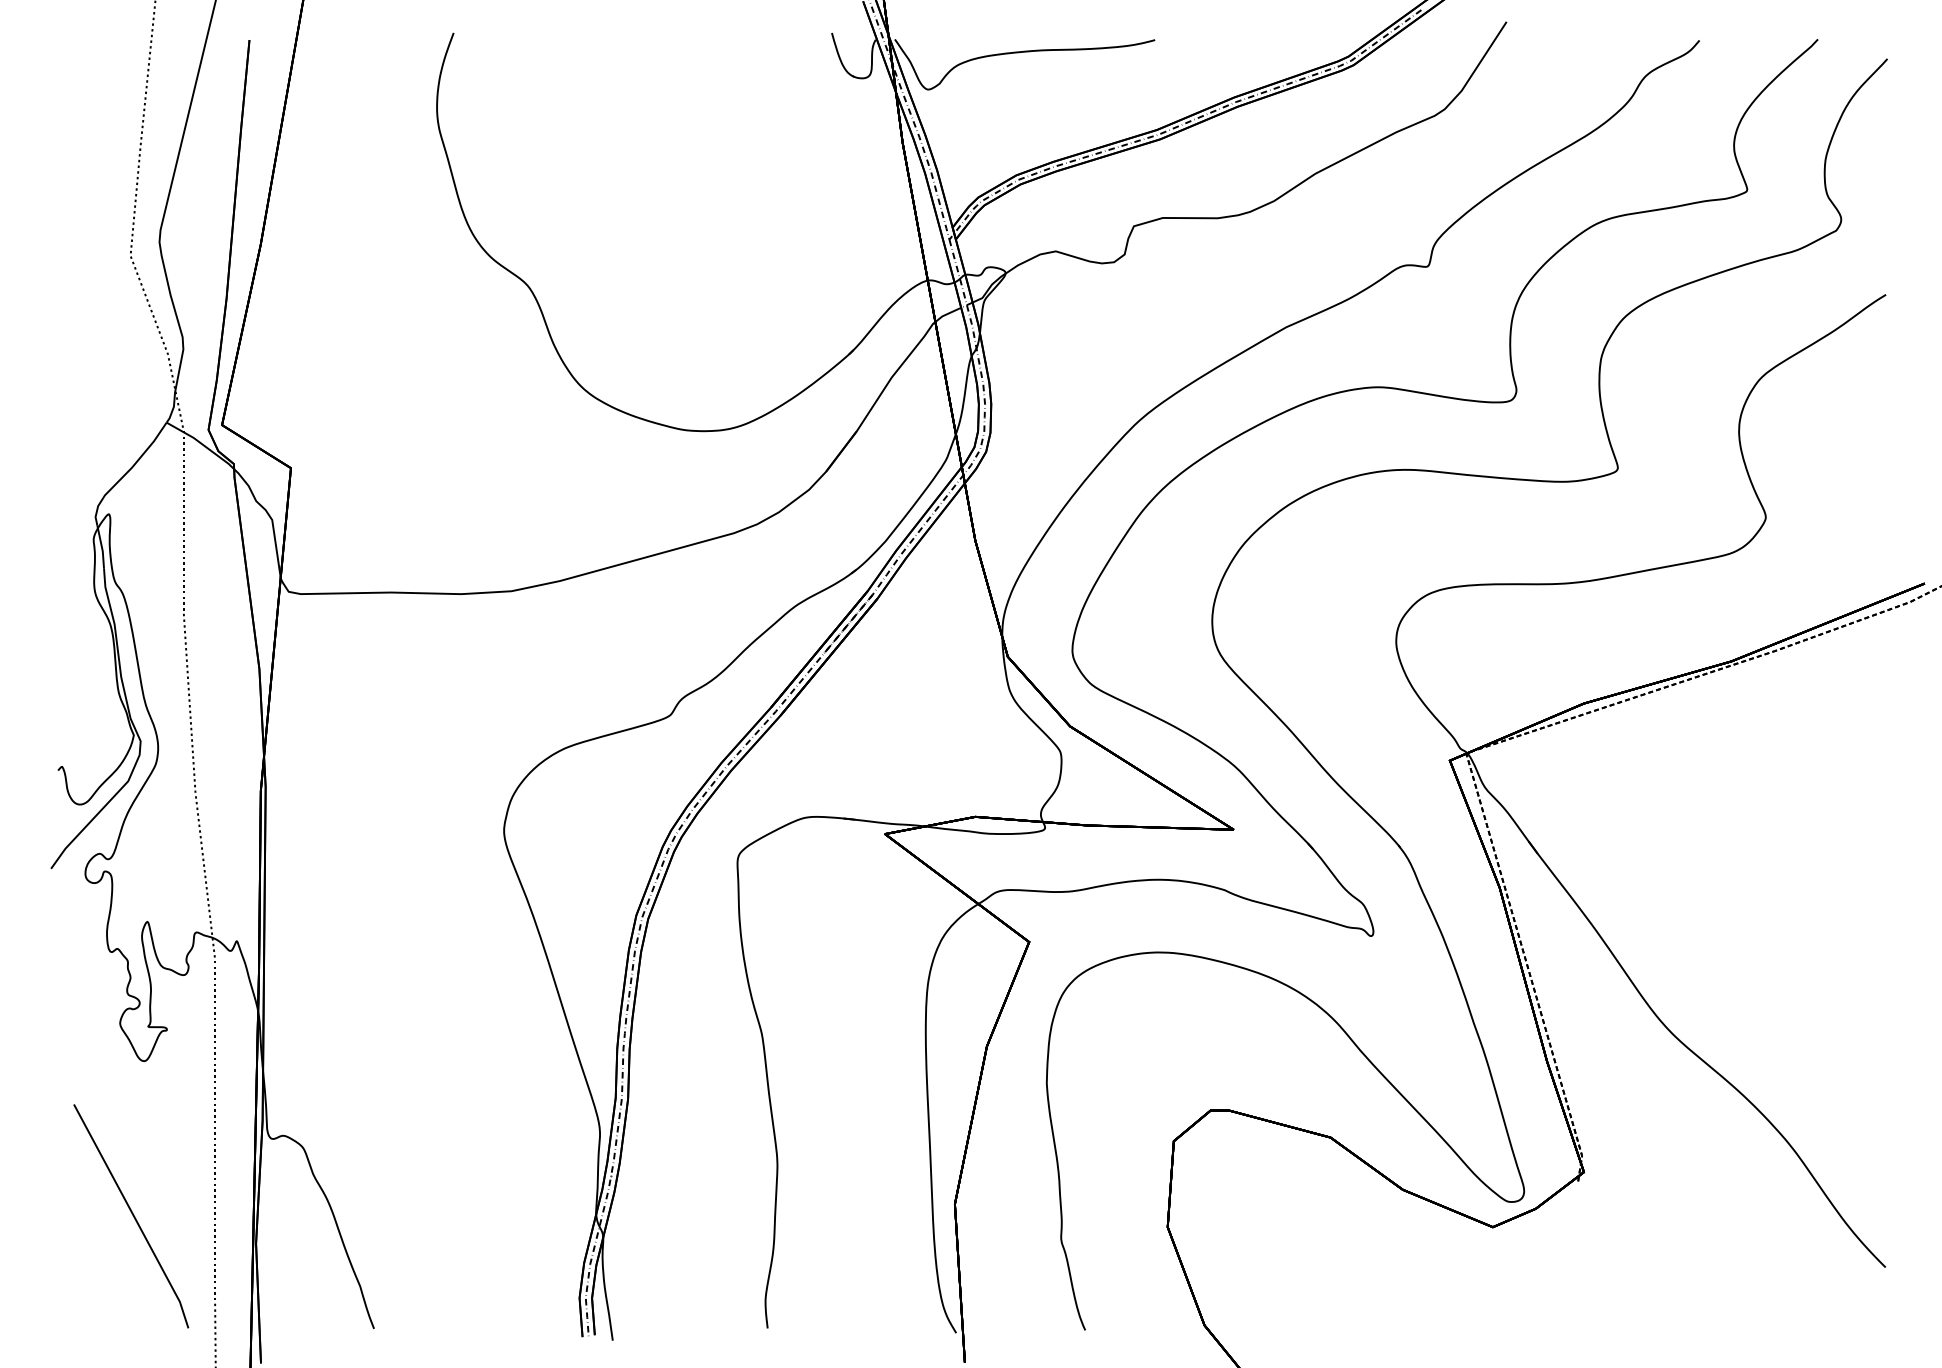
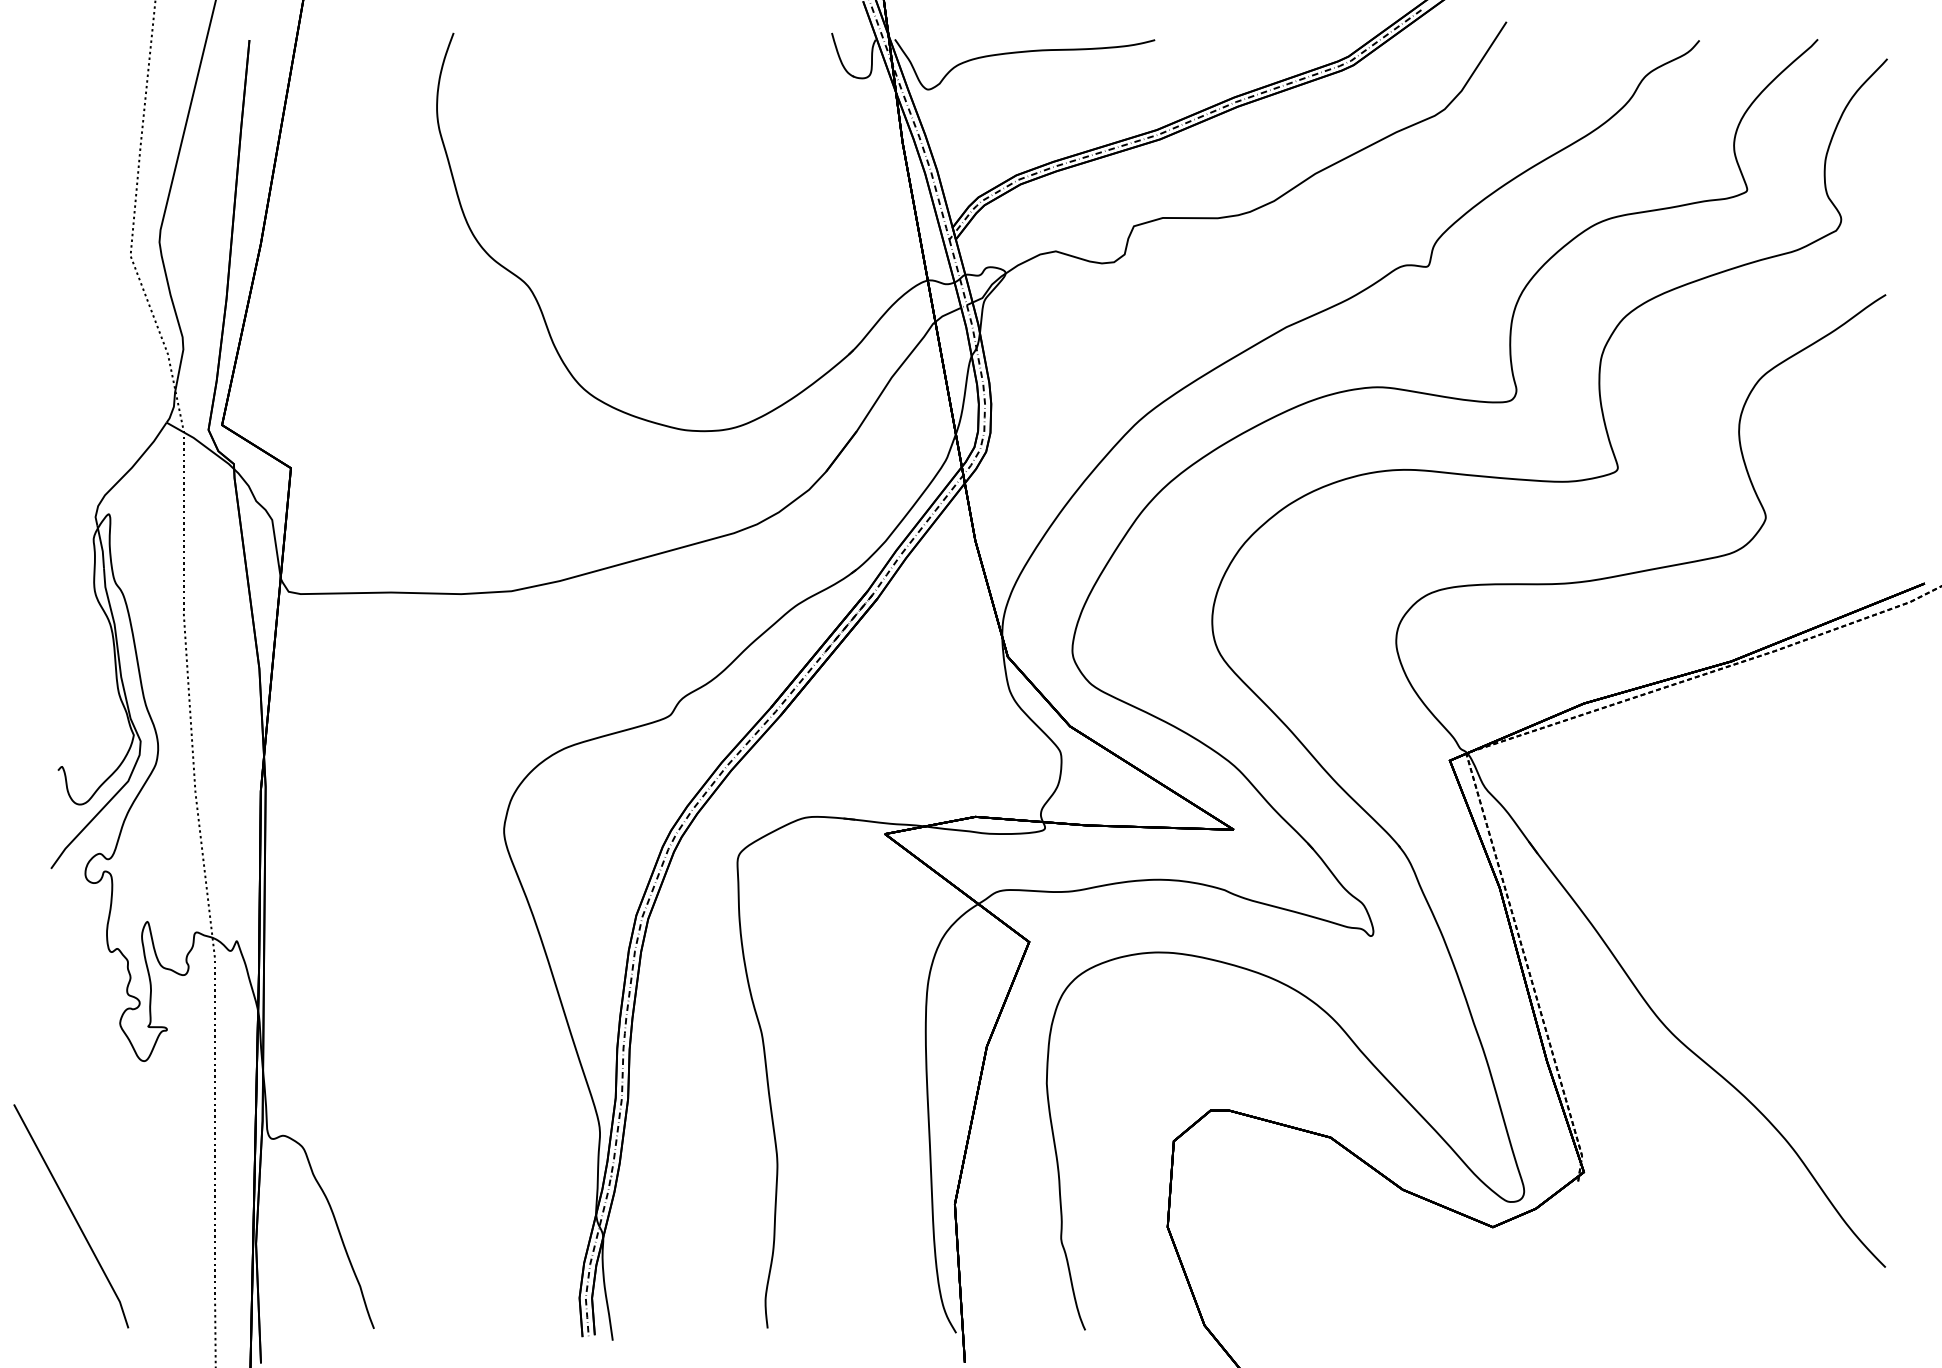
line at (132, 1215) position: (132, 1215) -> (72, 1215)
